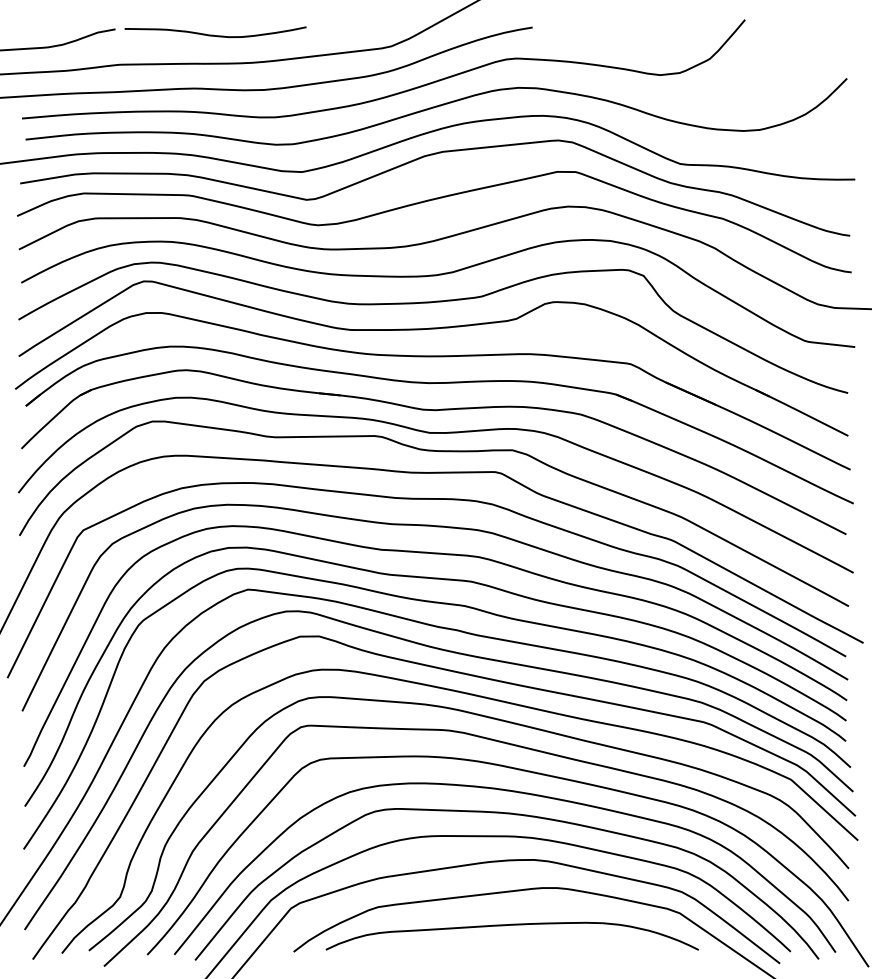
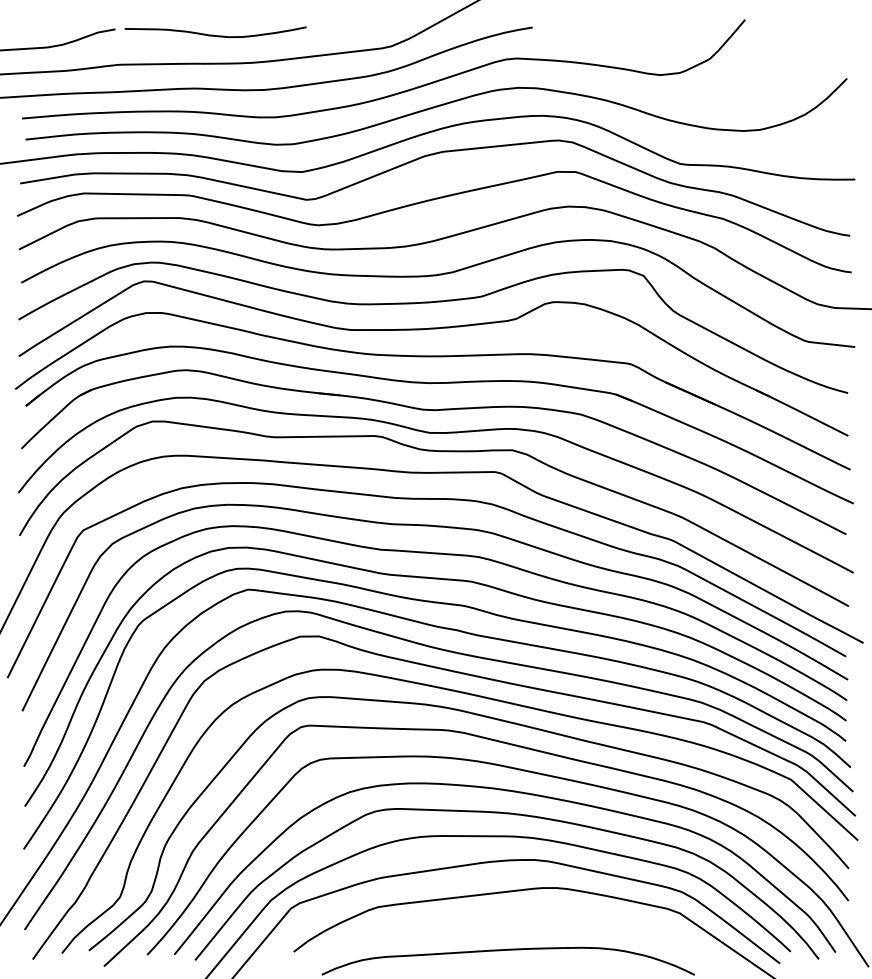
part at (511, 925) position: (511, 925) -> (507, 950)
